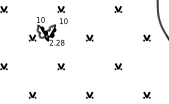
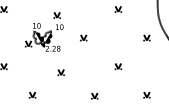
part at (47, 25) position: (47, 25) -> (43, 31)
part at (89, 37) position: (89, 37) -> (83, 37)
part at (60, 66) position: (60, 66) -> (60, 72)
part at (89, 94) position: (89, 94) -> (94, 95)
